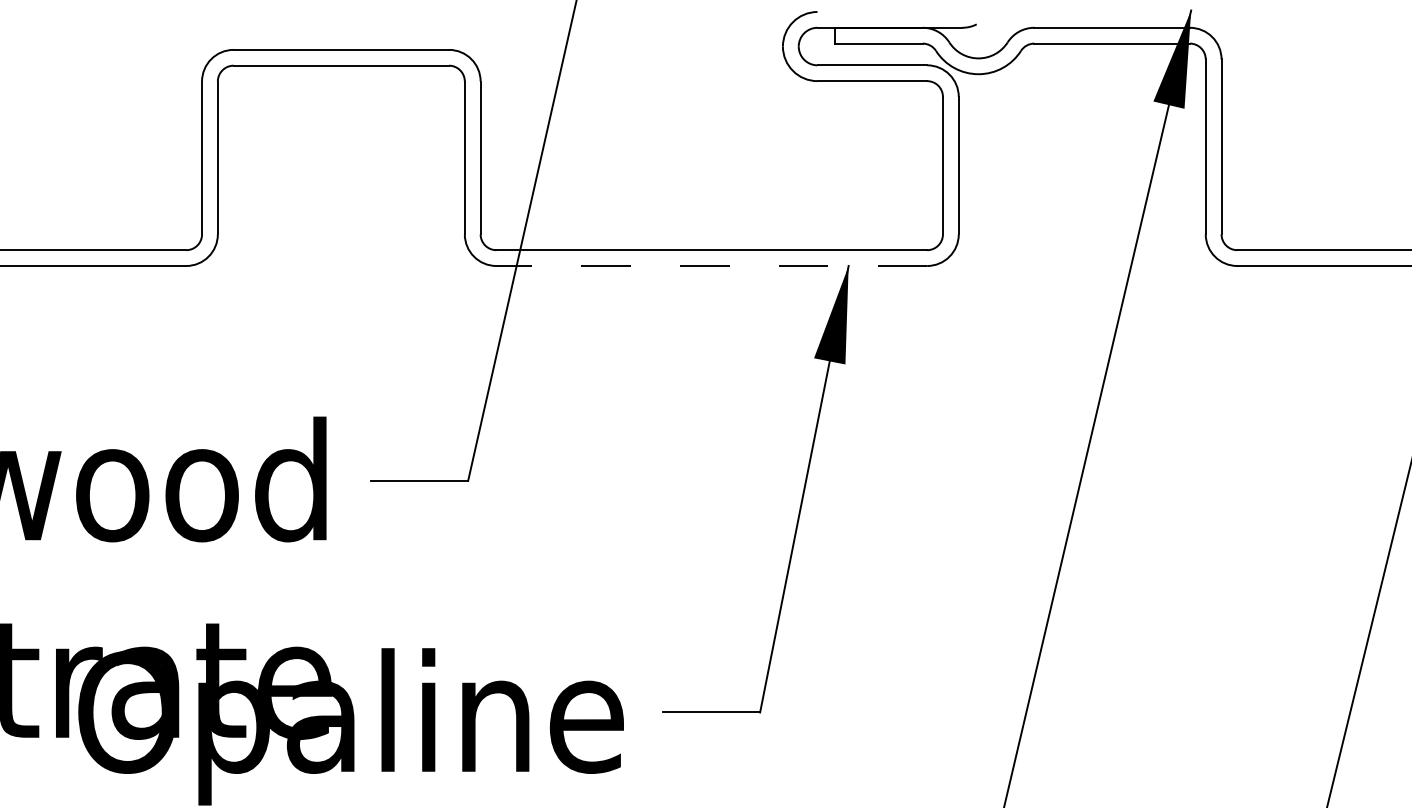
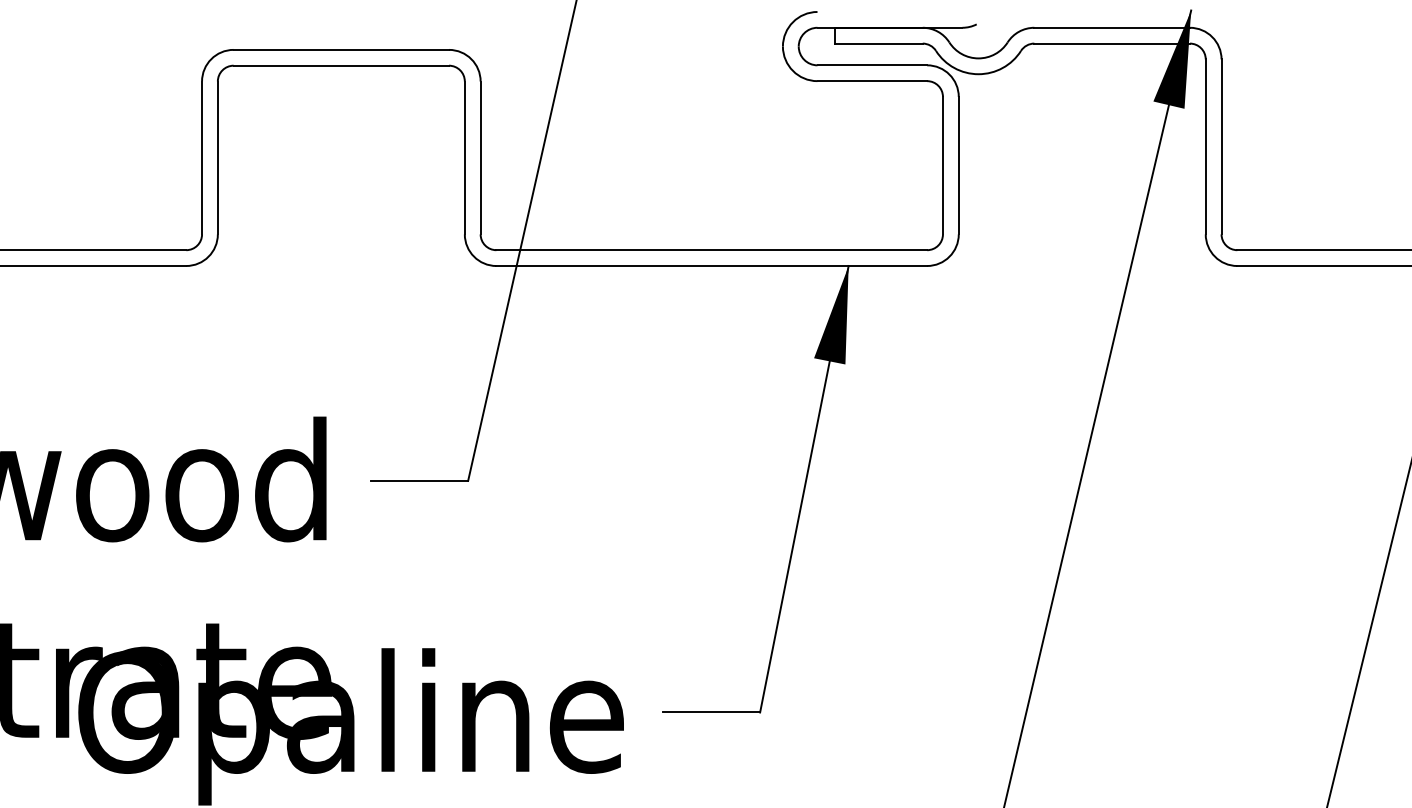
line at (711, 266): dashed -> solid
